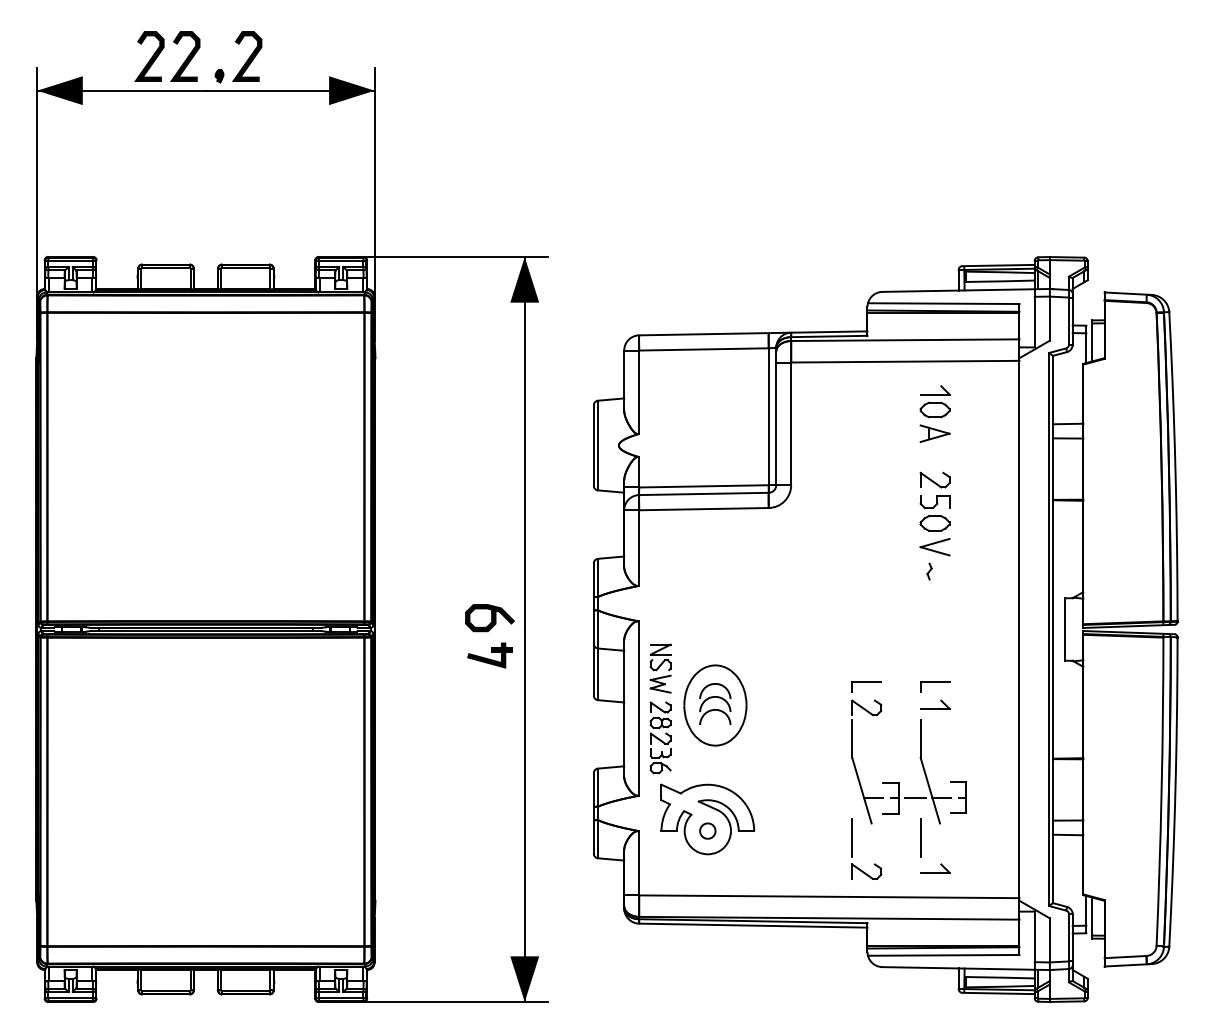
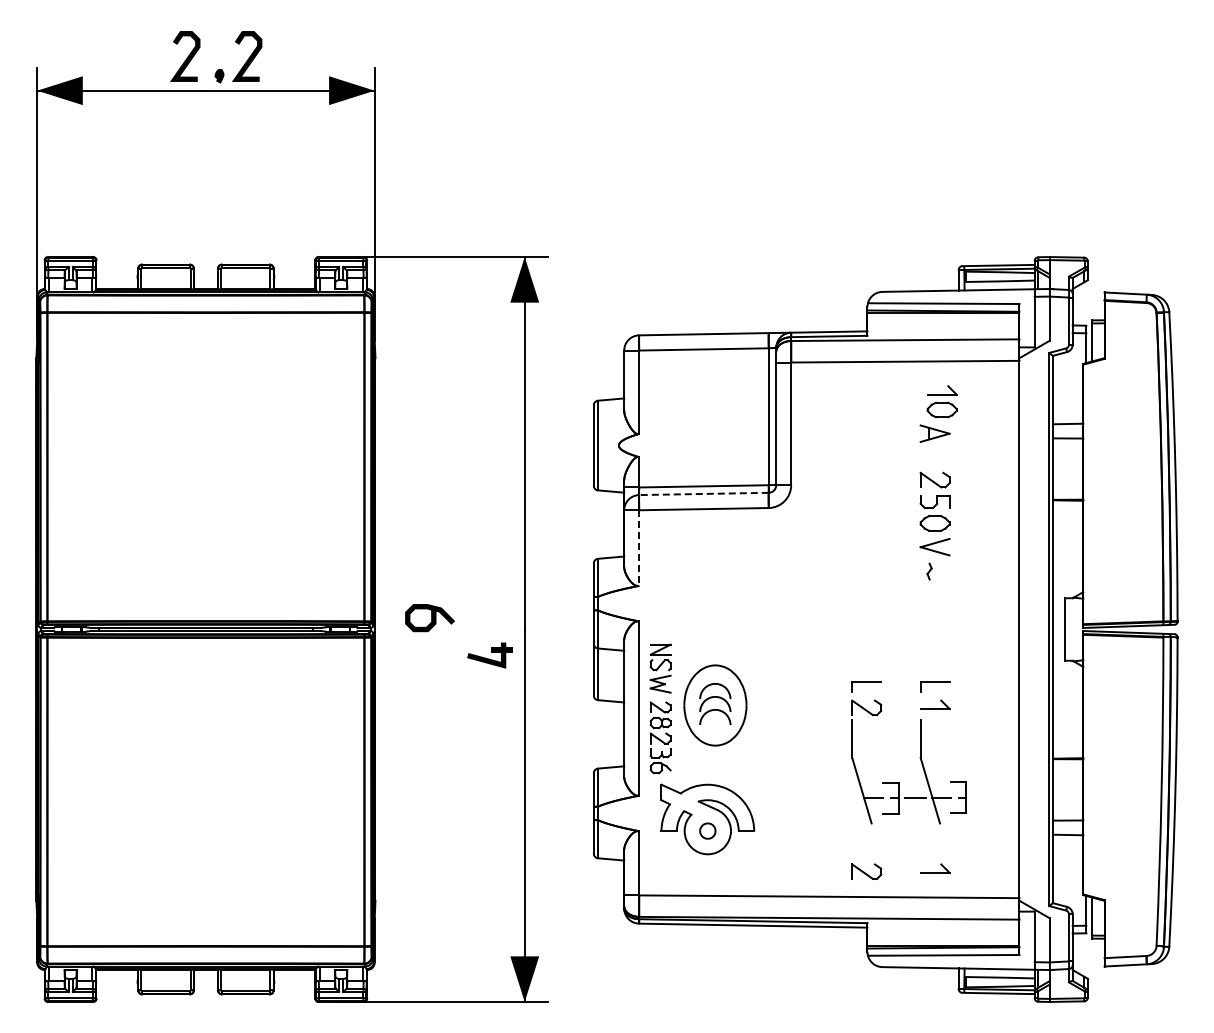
curve at (151, 56): present -> none
part at (934, 401) position: (934, 401) -> (941, 401)
line at (703, 493): solid -> dashed
line at (639, 548): solid -> dashed
curve at (491, 618) position: (491, 618) -> (431, 618)
line at (852, 837): present -> none
line at (920, 837): present -> none
